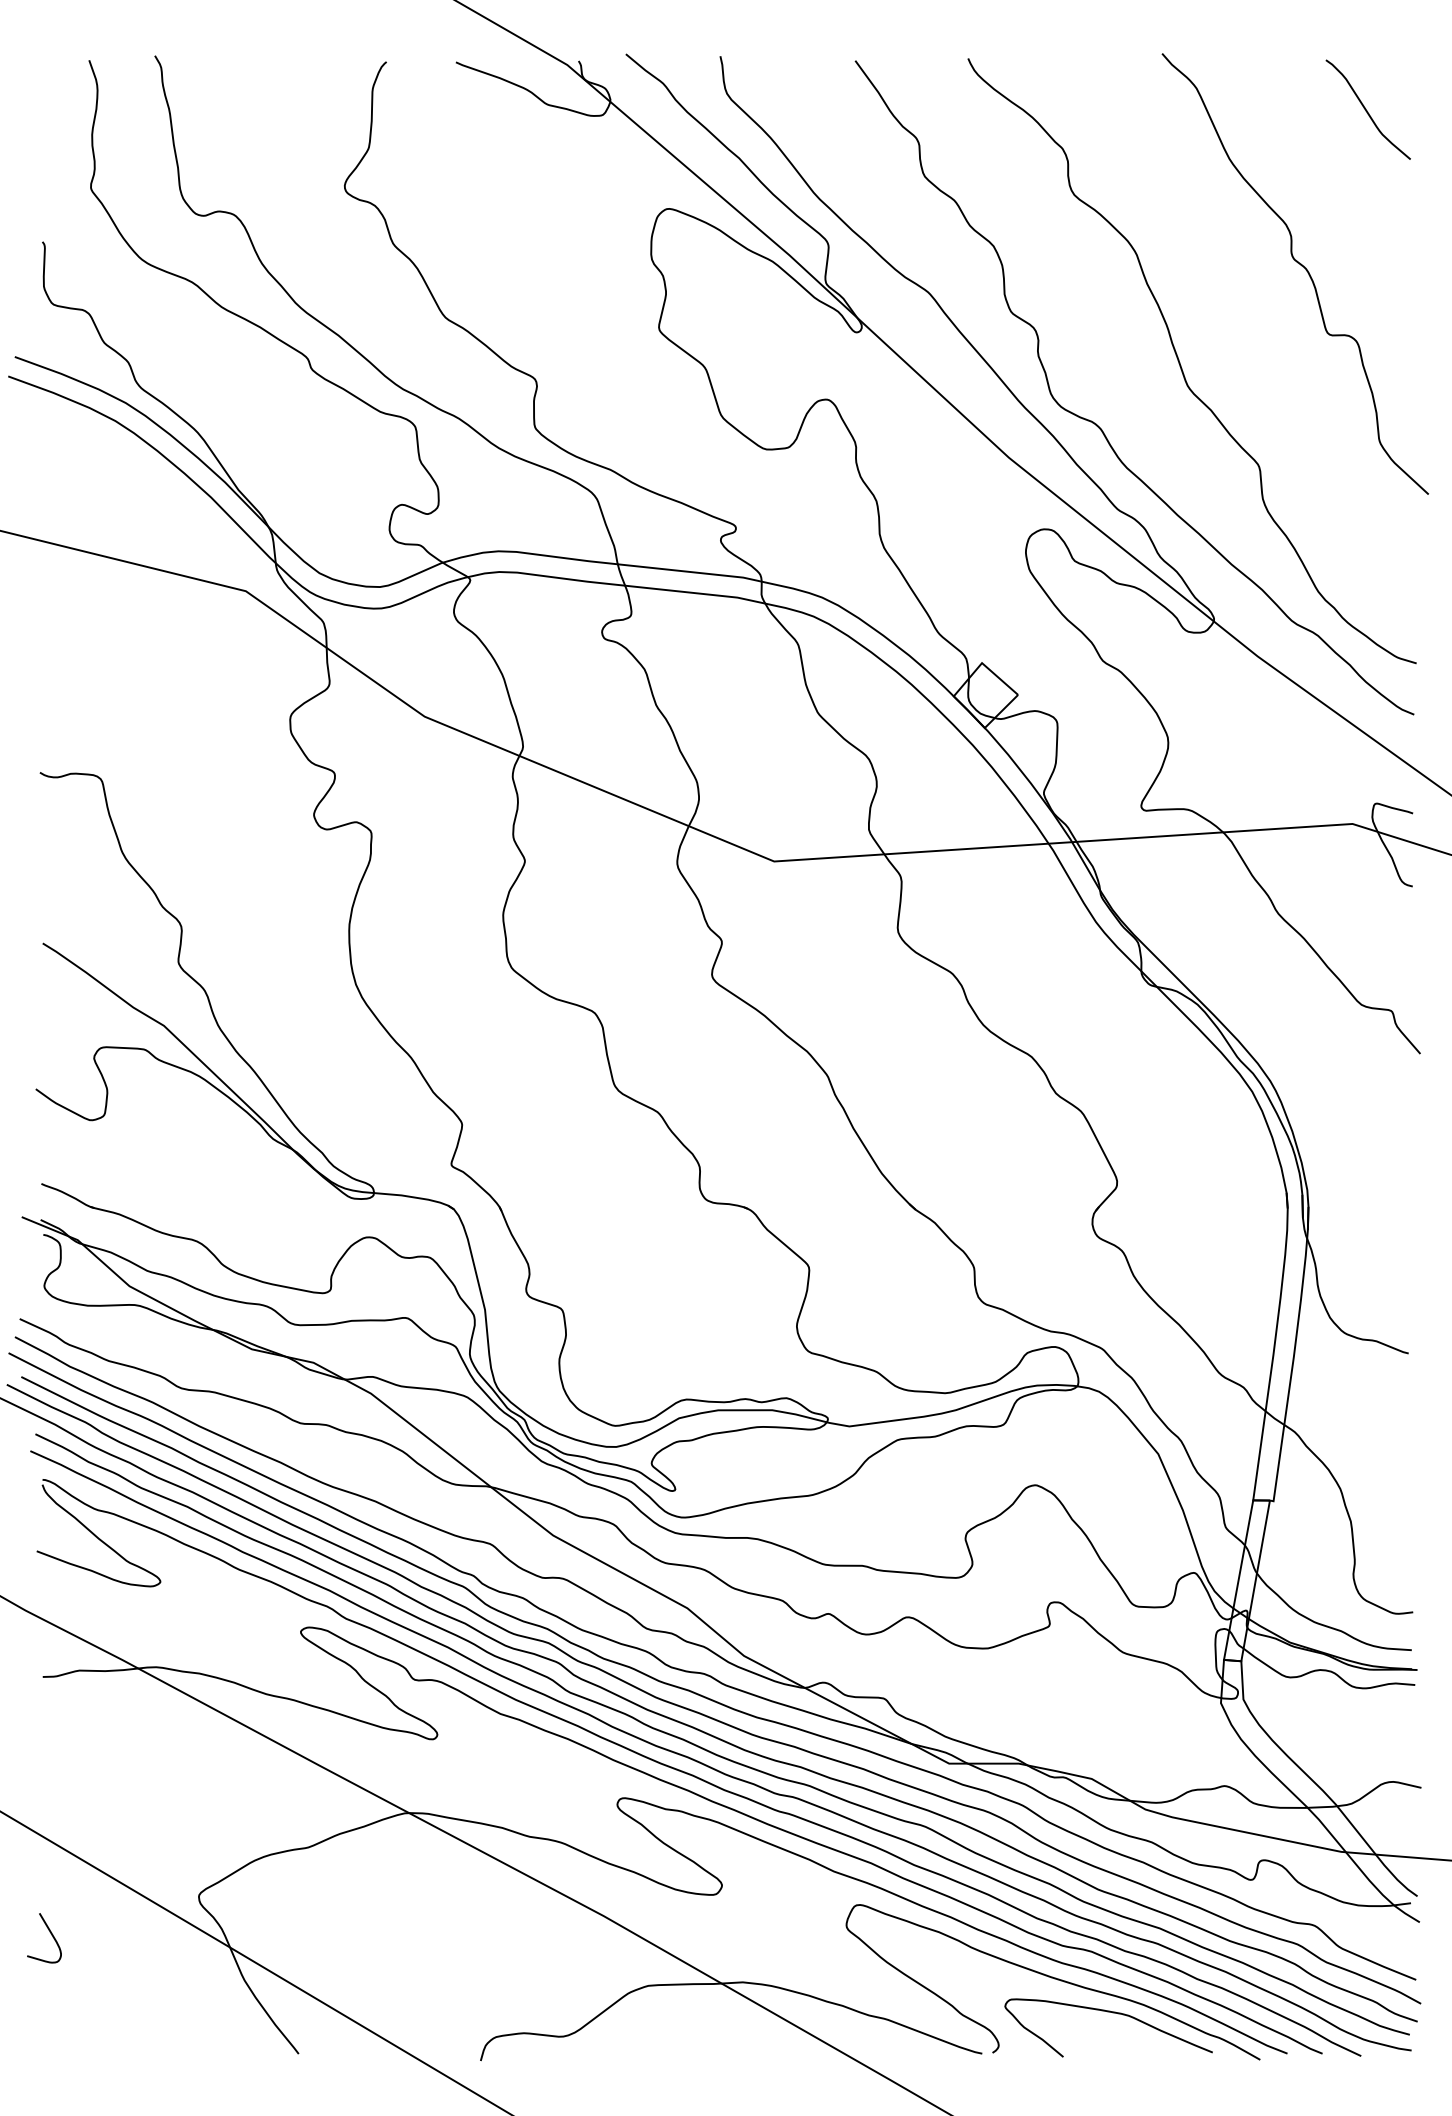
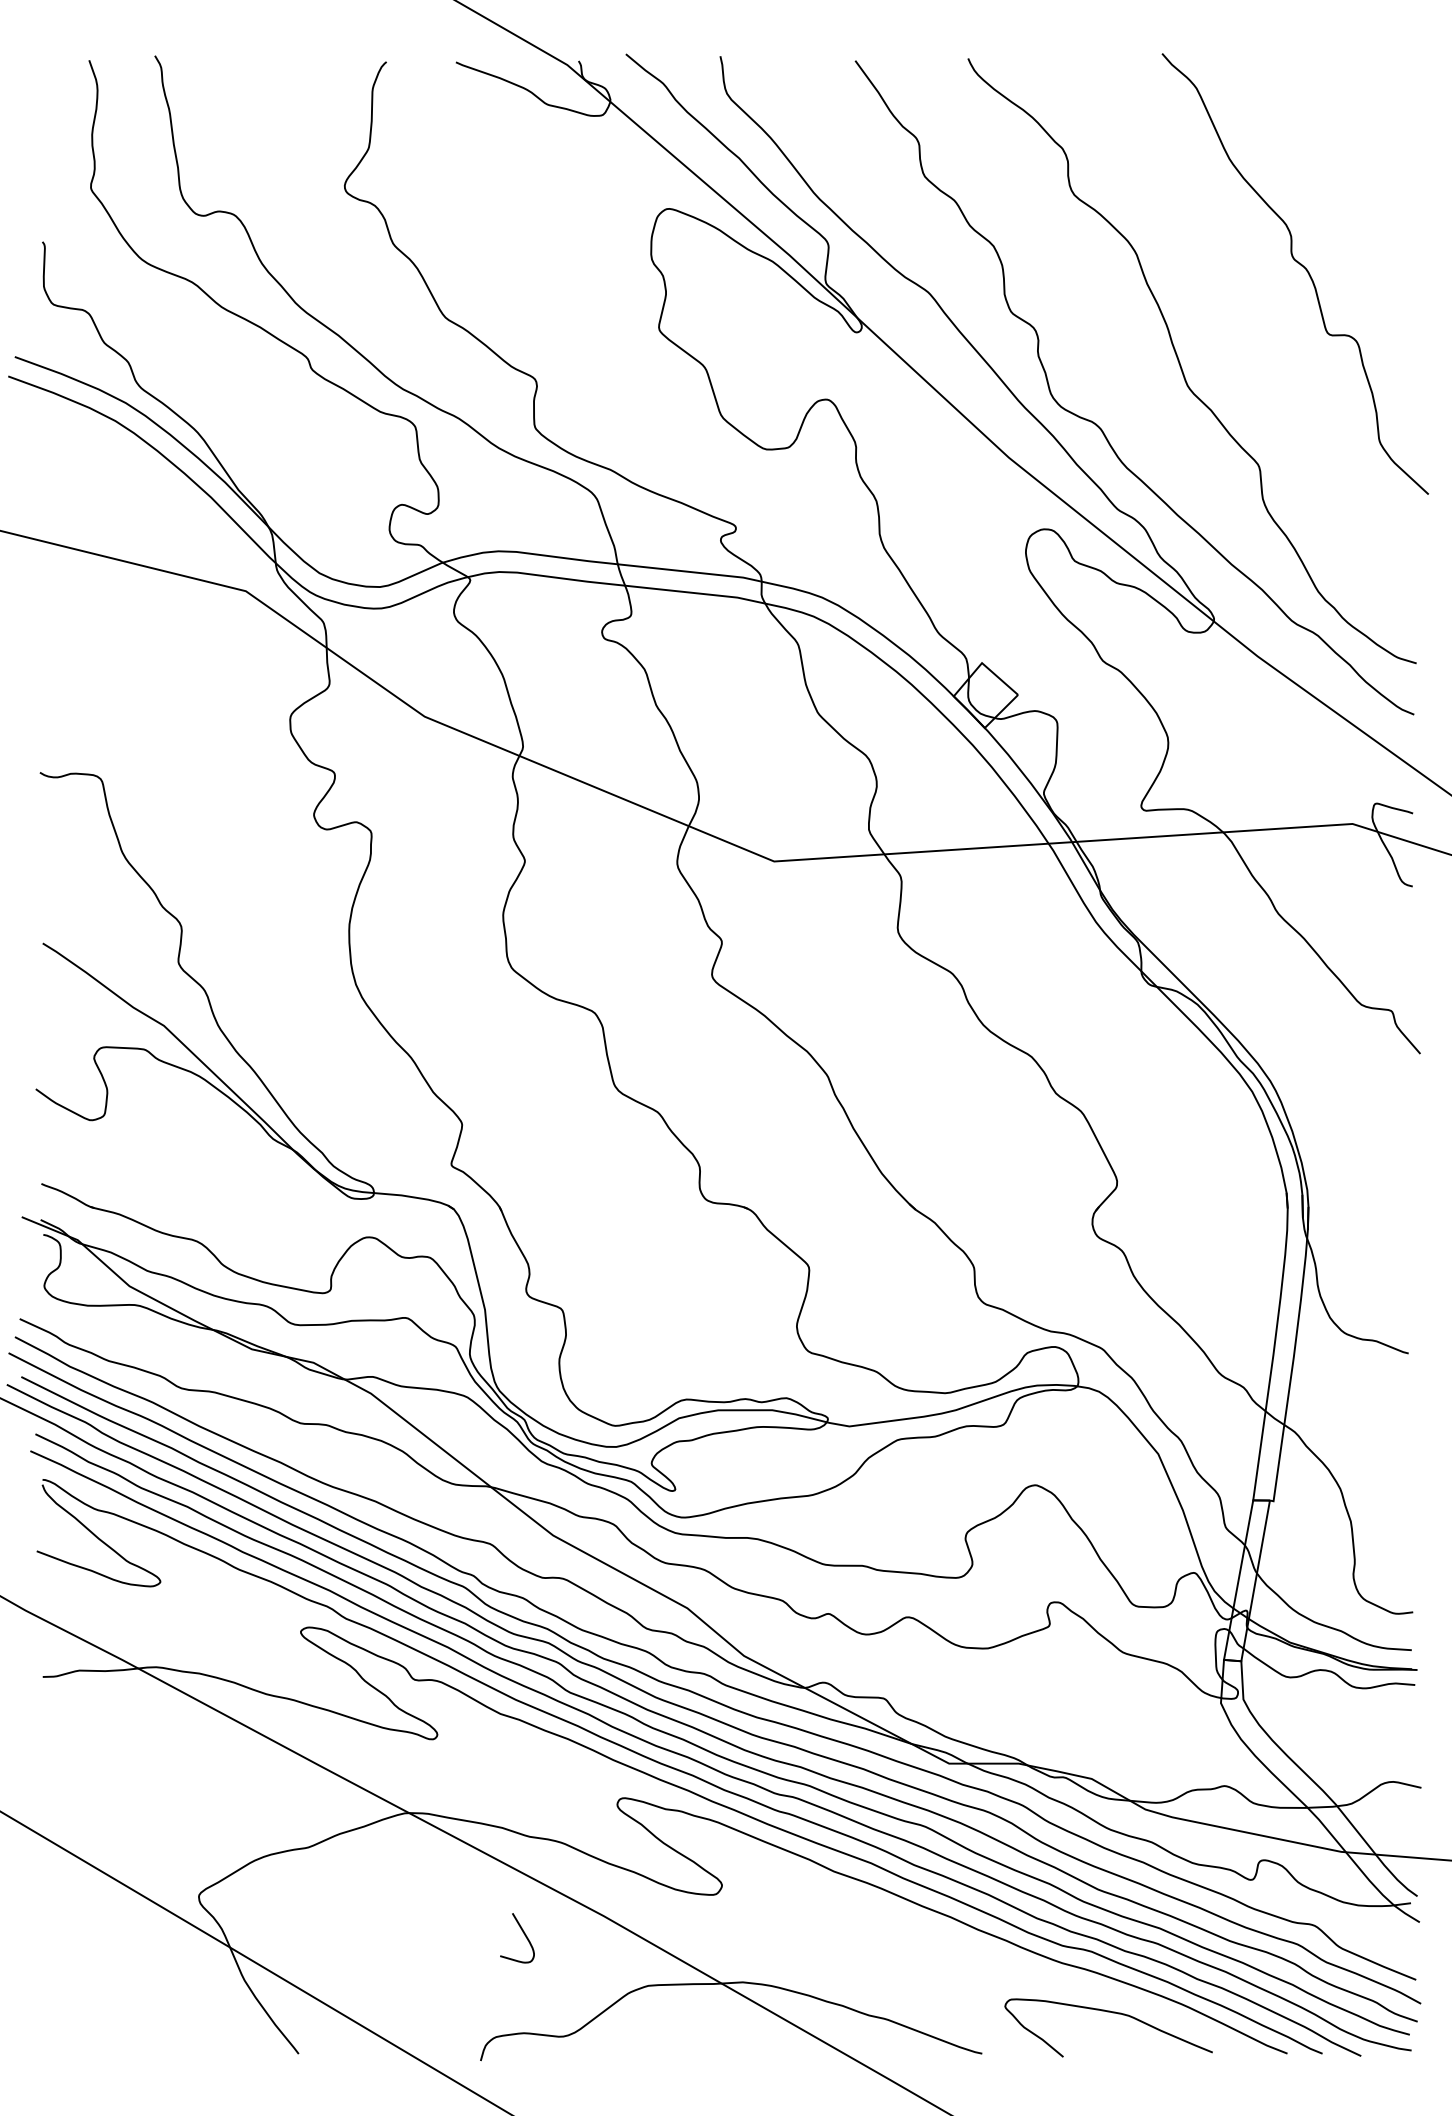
curve at (1366, 109): present -> none
curve at (51, 1935) position: (51, 1935) -> (524, 1935)
curve at (1054, 1979): present -> none
